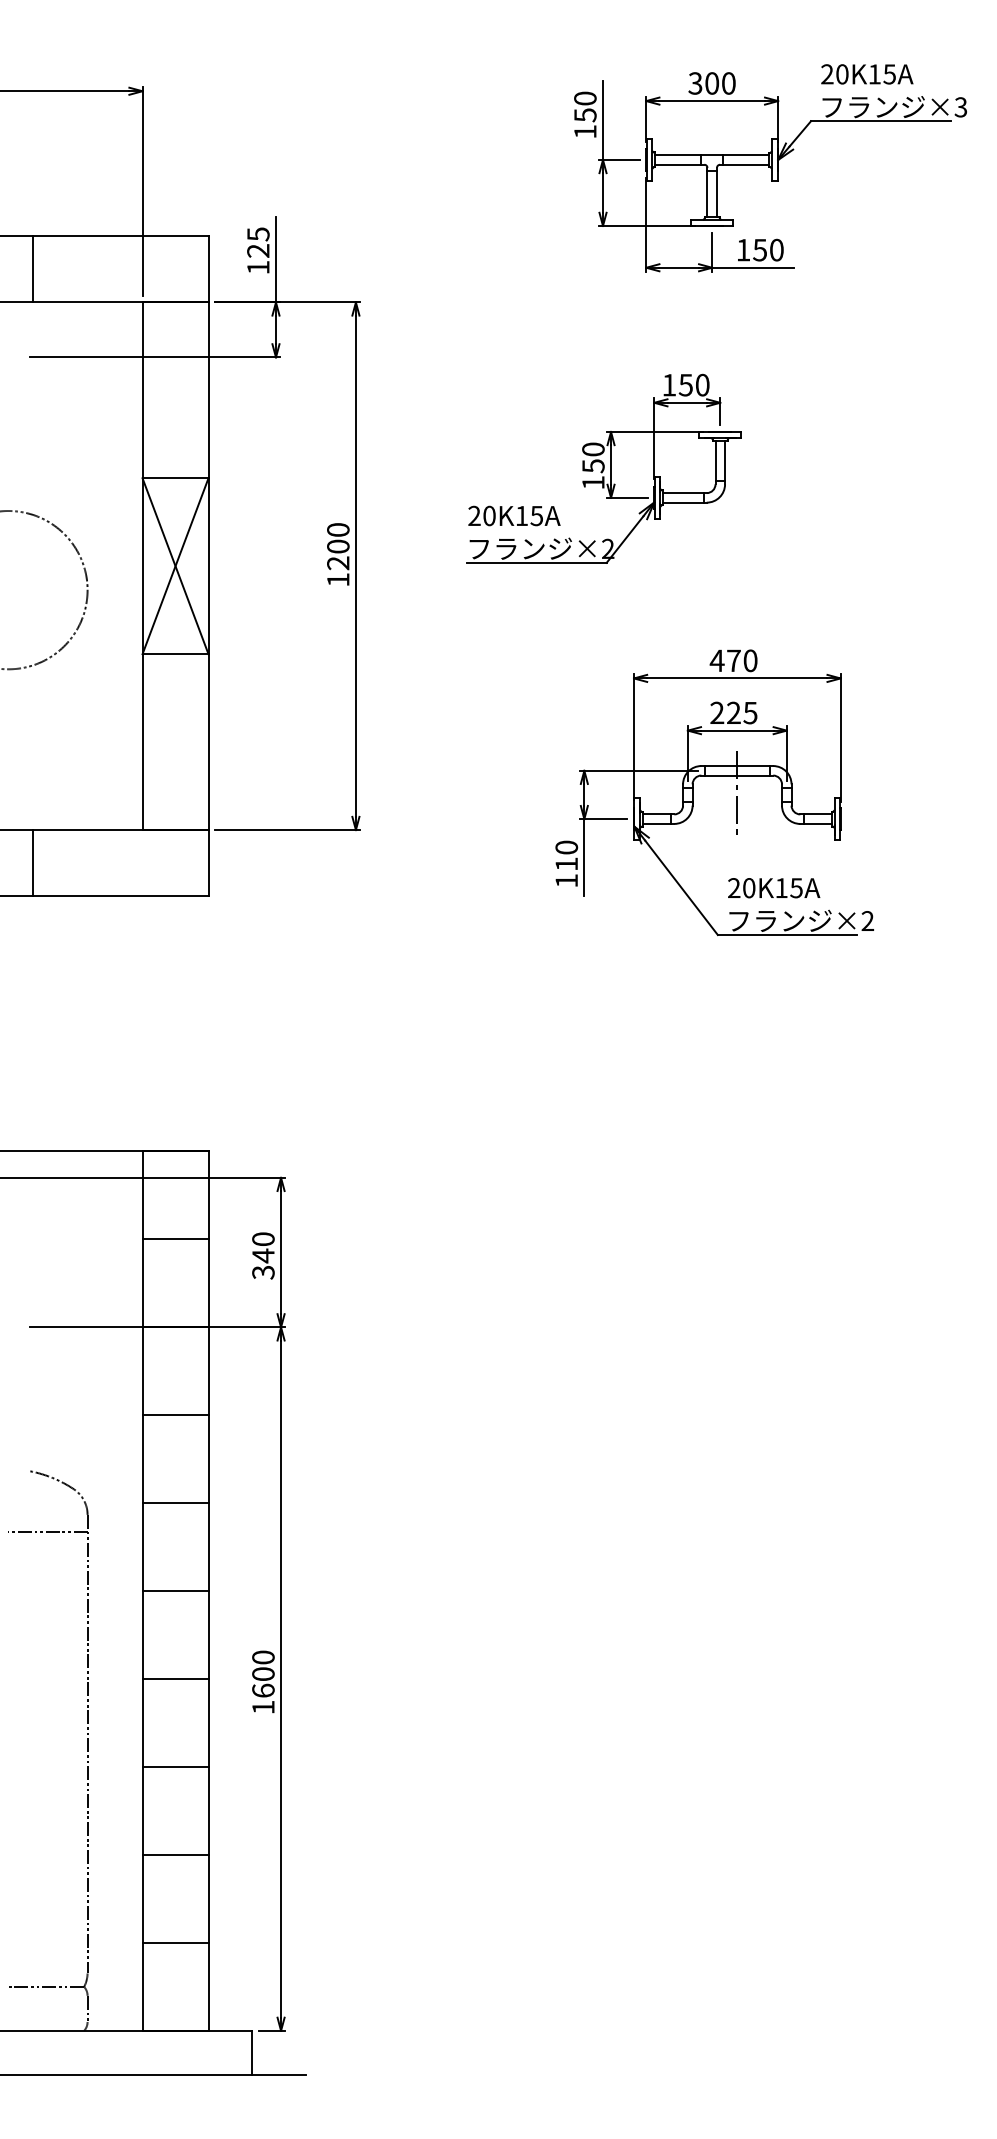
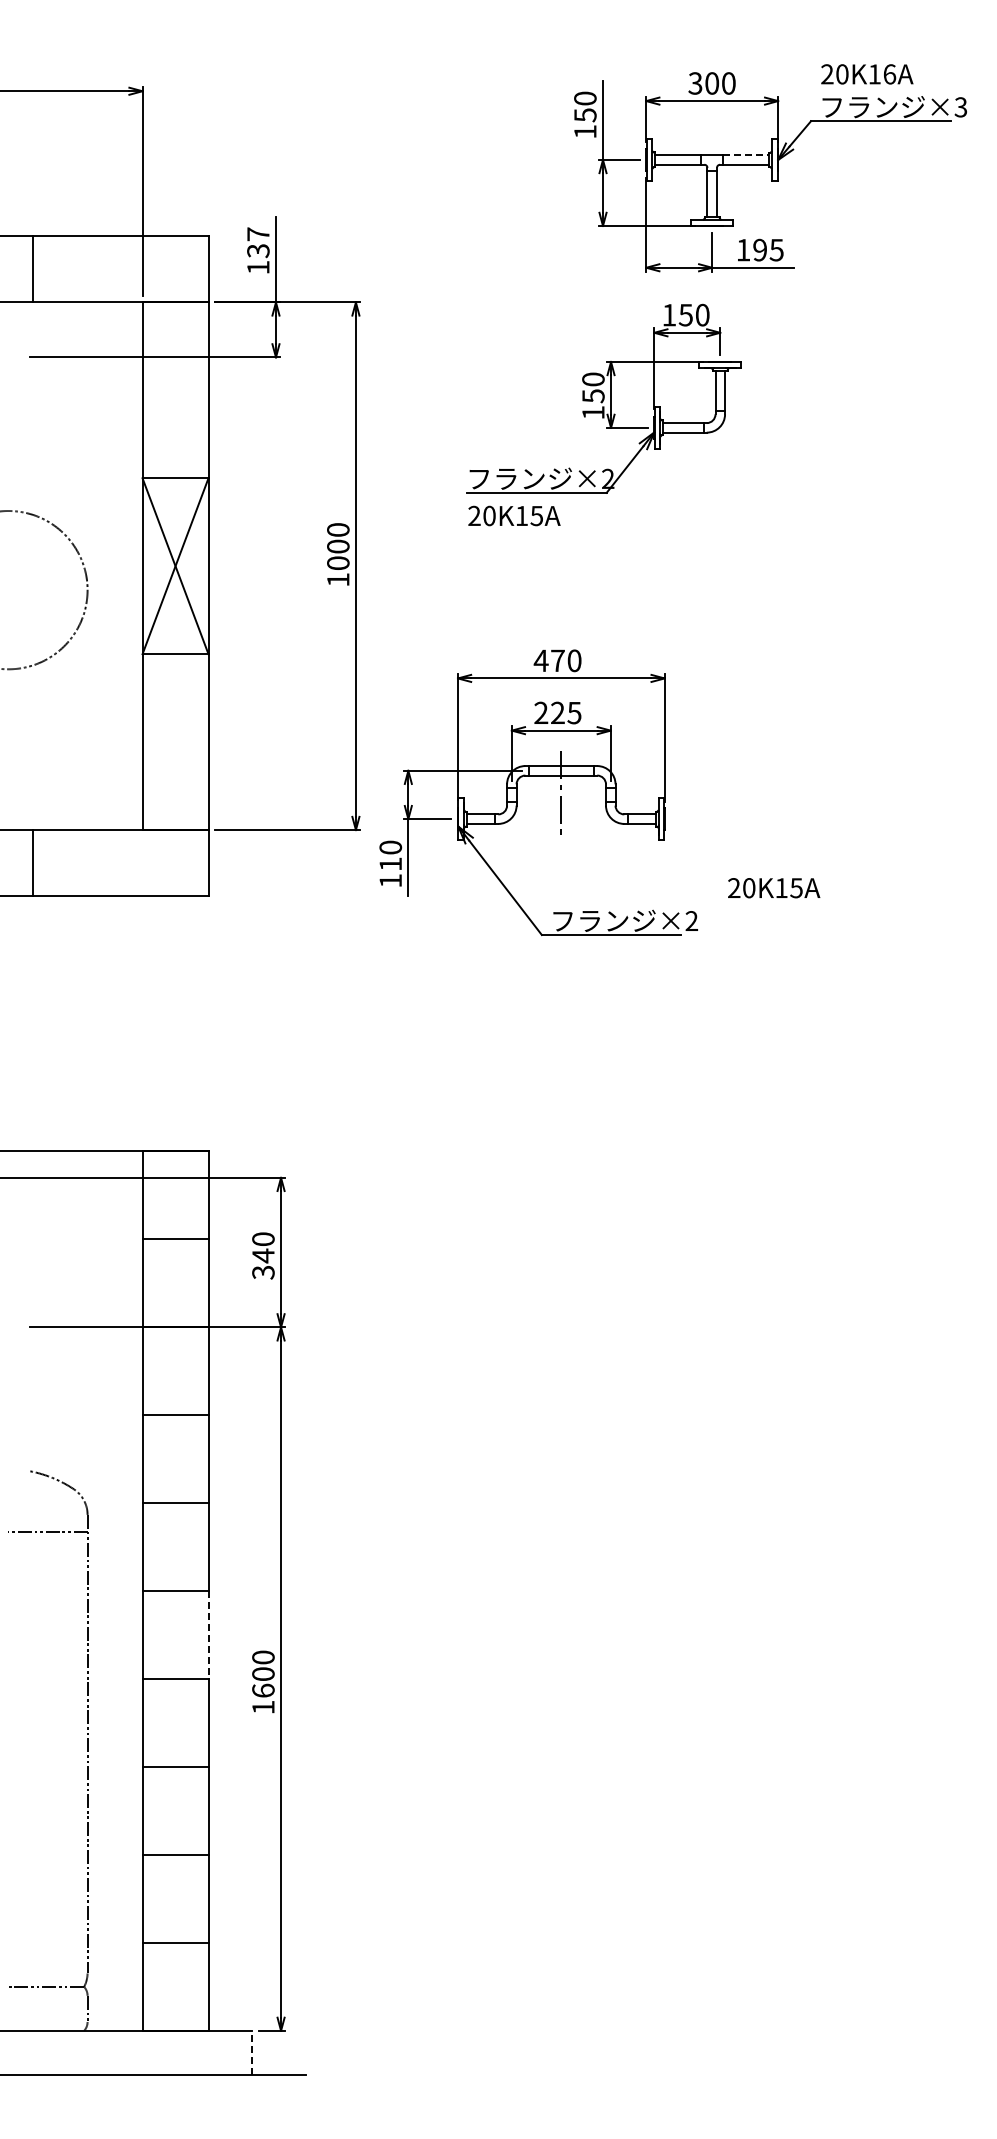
text at (889, 74): 20K15A -> 20K16A
line at (746, 155): solid -> dashed
text at (258, 242): 125 -> 137
text at (768, 249): 150 -> 195
part at (603, 468) position: (603, 468) -> (603, 398)
text at (338, 563): 1200 -> 1000
part at (714, 776) position: (714, 776) -> (538, 776)
line at (208, 1635): solid -> dashed
line at (252, 2052): solid -> dashed
